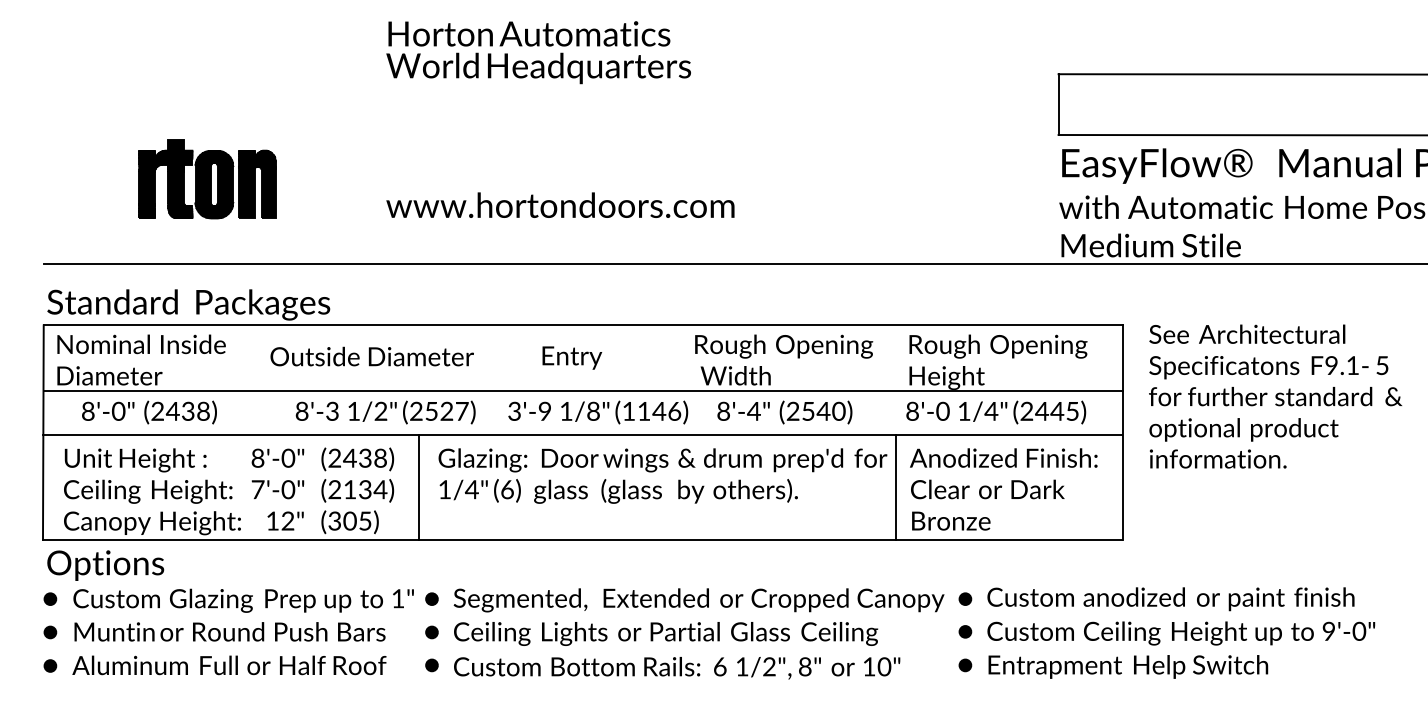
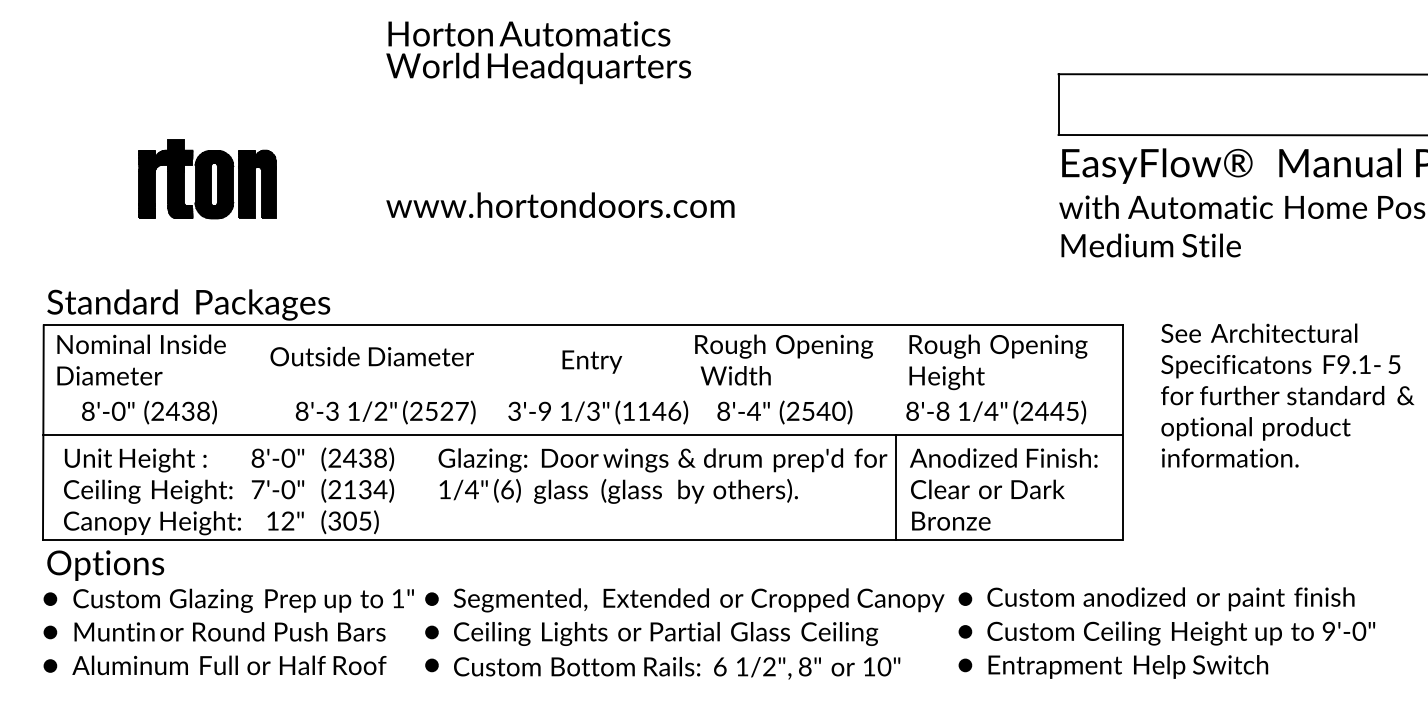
line at (733, 264): present -> none
text at (572, 357) position: (572, 357) -> (592, 361)
line at (582, 390): present -> none
text at (1275, 396) position: (1275, 396) -> (1287, 395)
text at (593, 411): 1/8" -> 1/3"
text at (942, 411): 8'-0 -> 8'-8
line at (419, 487): present -> none
